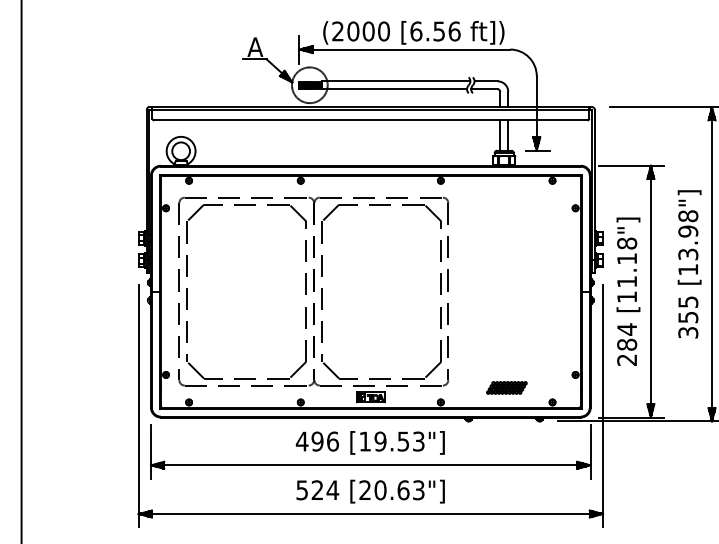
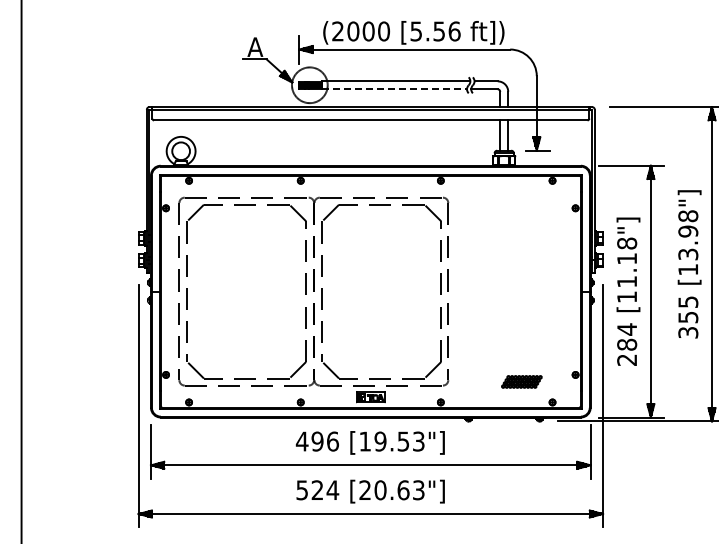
text at (416, 31): [6.56 -> [5.56
line at (395, 89): solid -> dashed
part at (506, 387) position: (506, 387) -> (521, 381)
